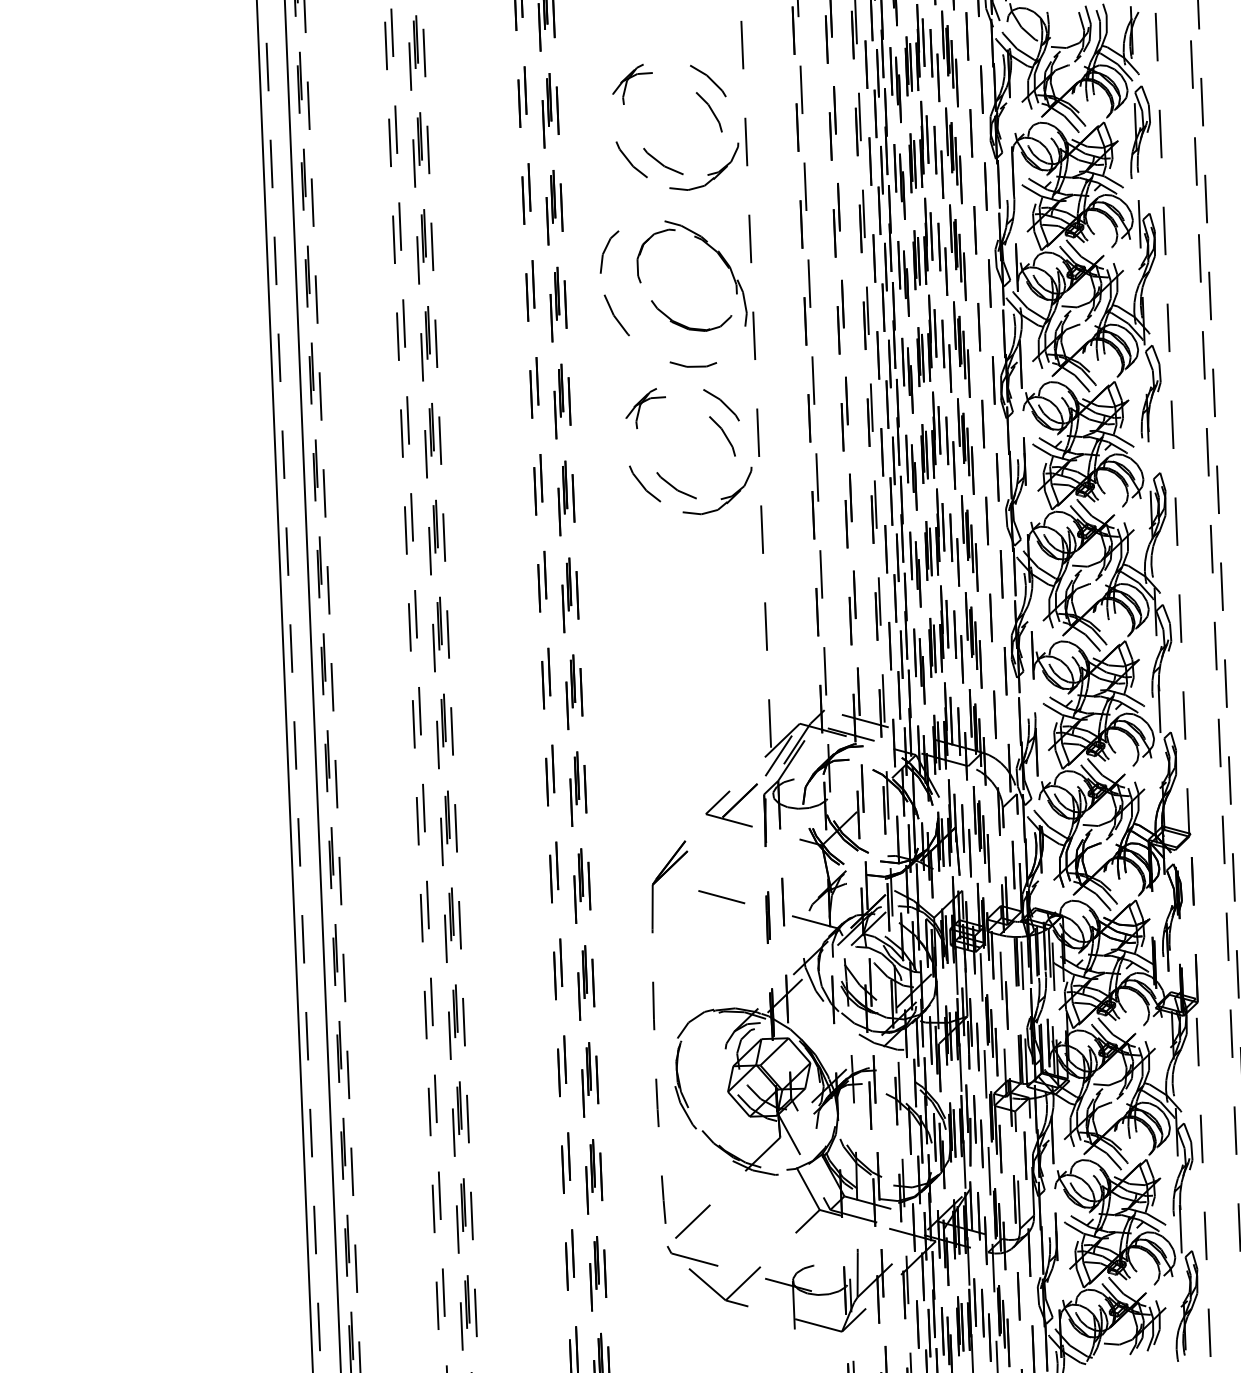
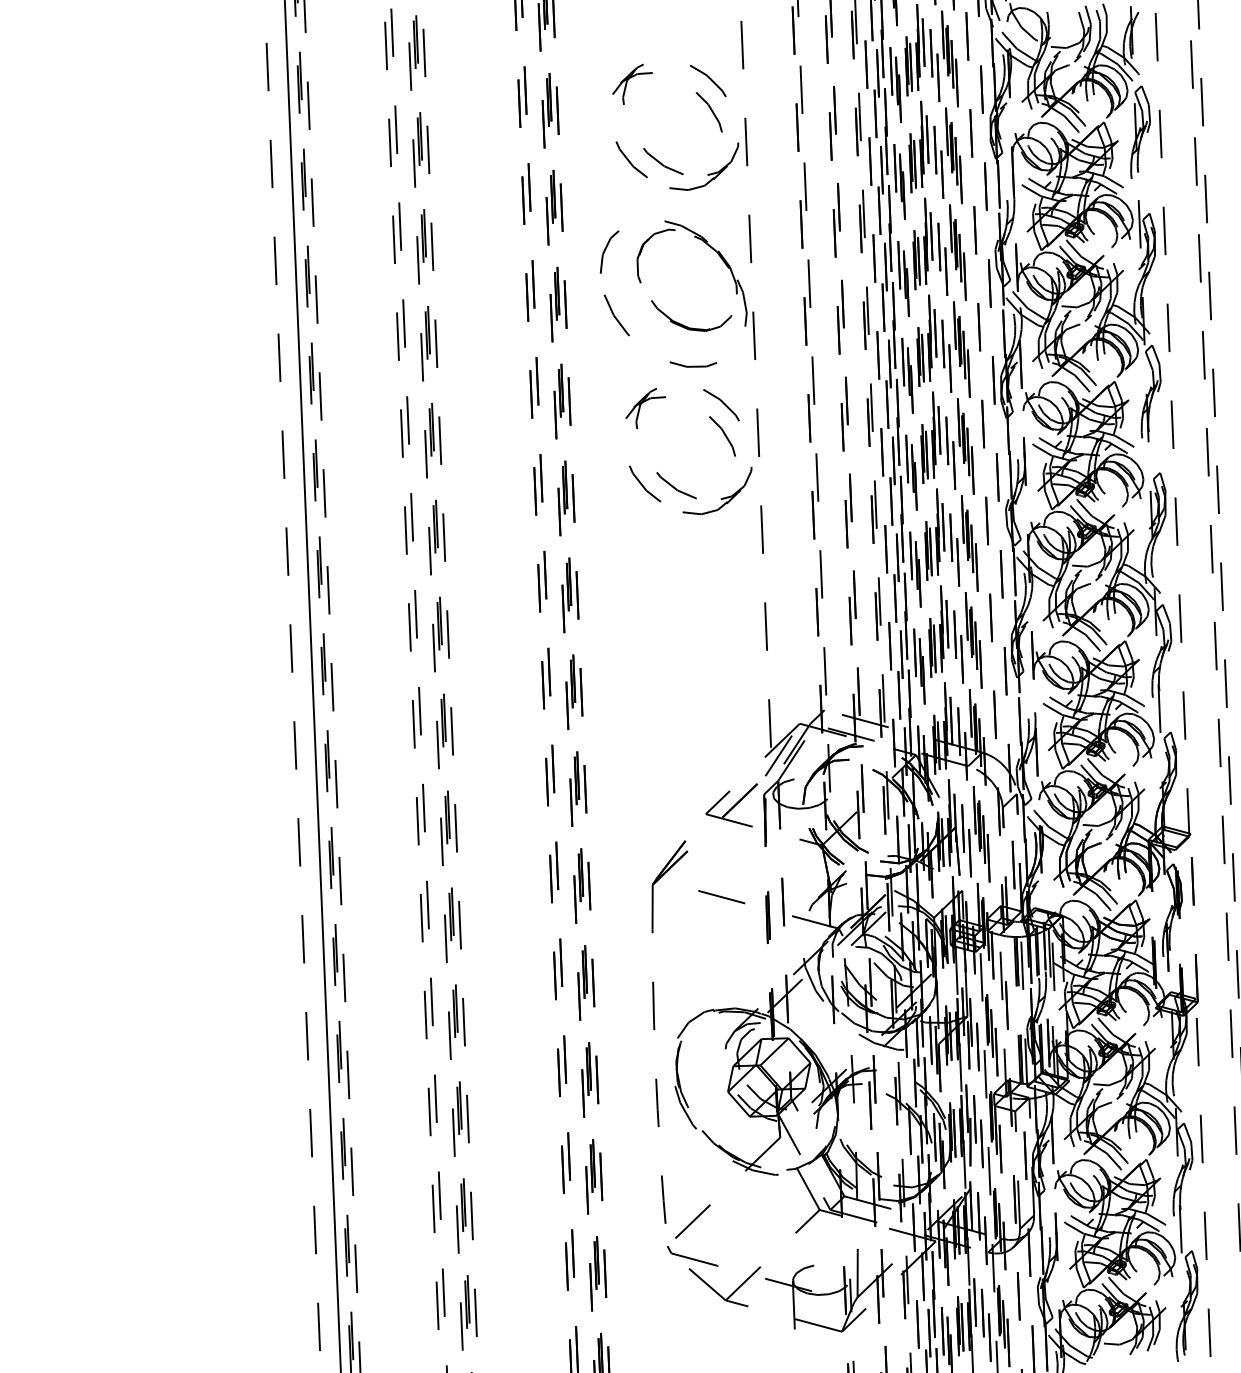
line at (284, 685): present -> none
